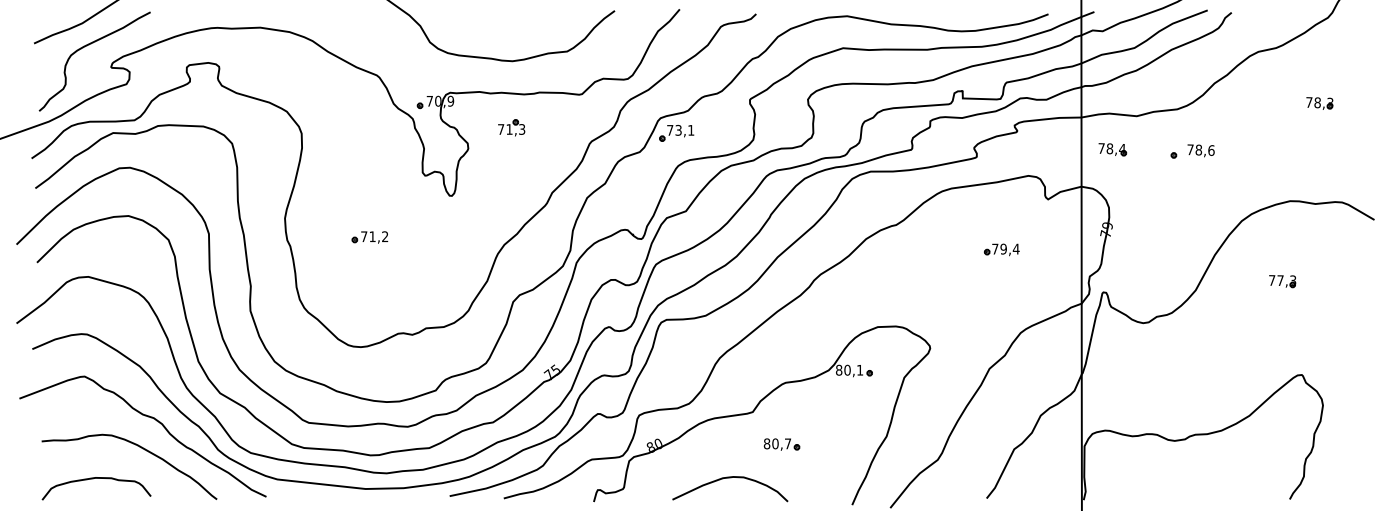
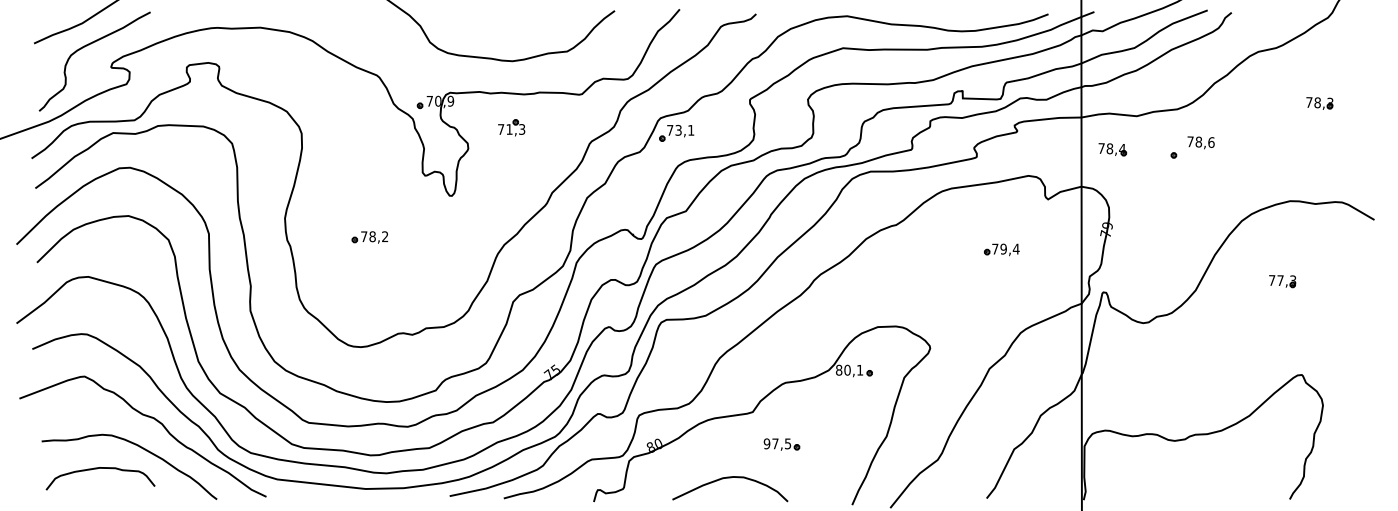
text at (1200, 150) position: (1200, 150) -> (1200, 142)
text at (372, 236): 71,2 -> 78,2
text at (777, 443): 80,7 -> 97,5
curve at (93, 479) position: (93, 479) -> (97, 469)
